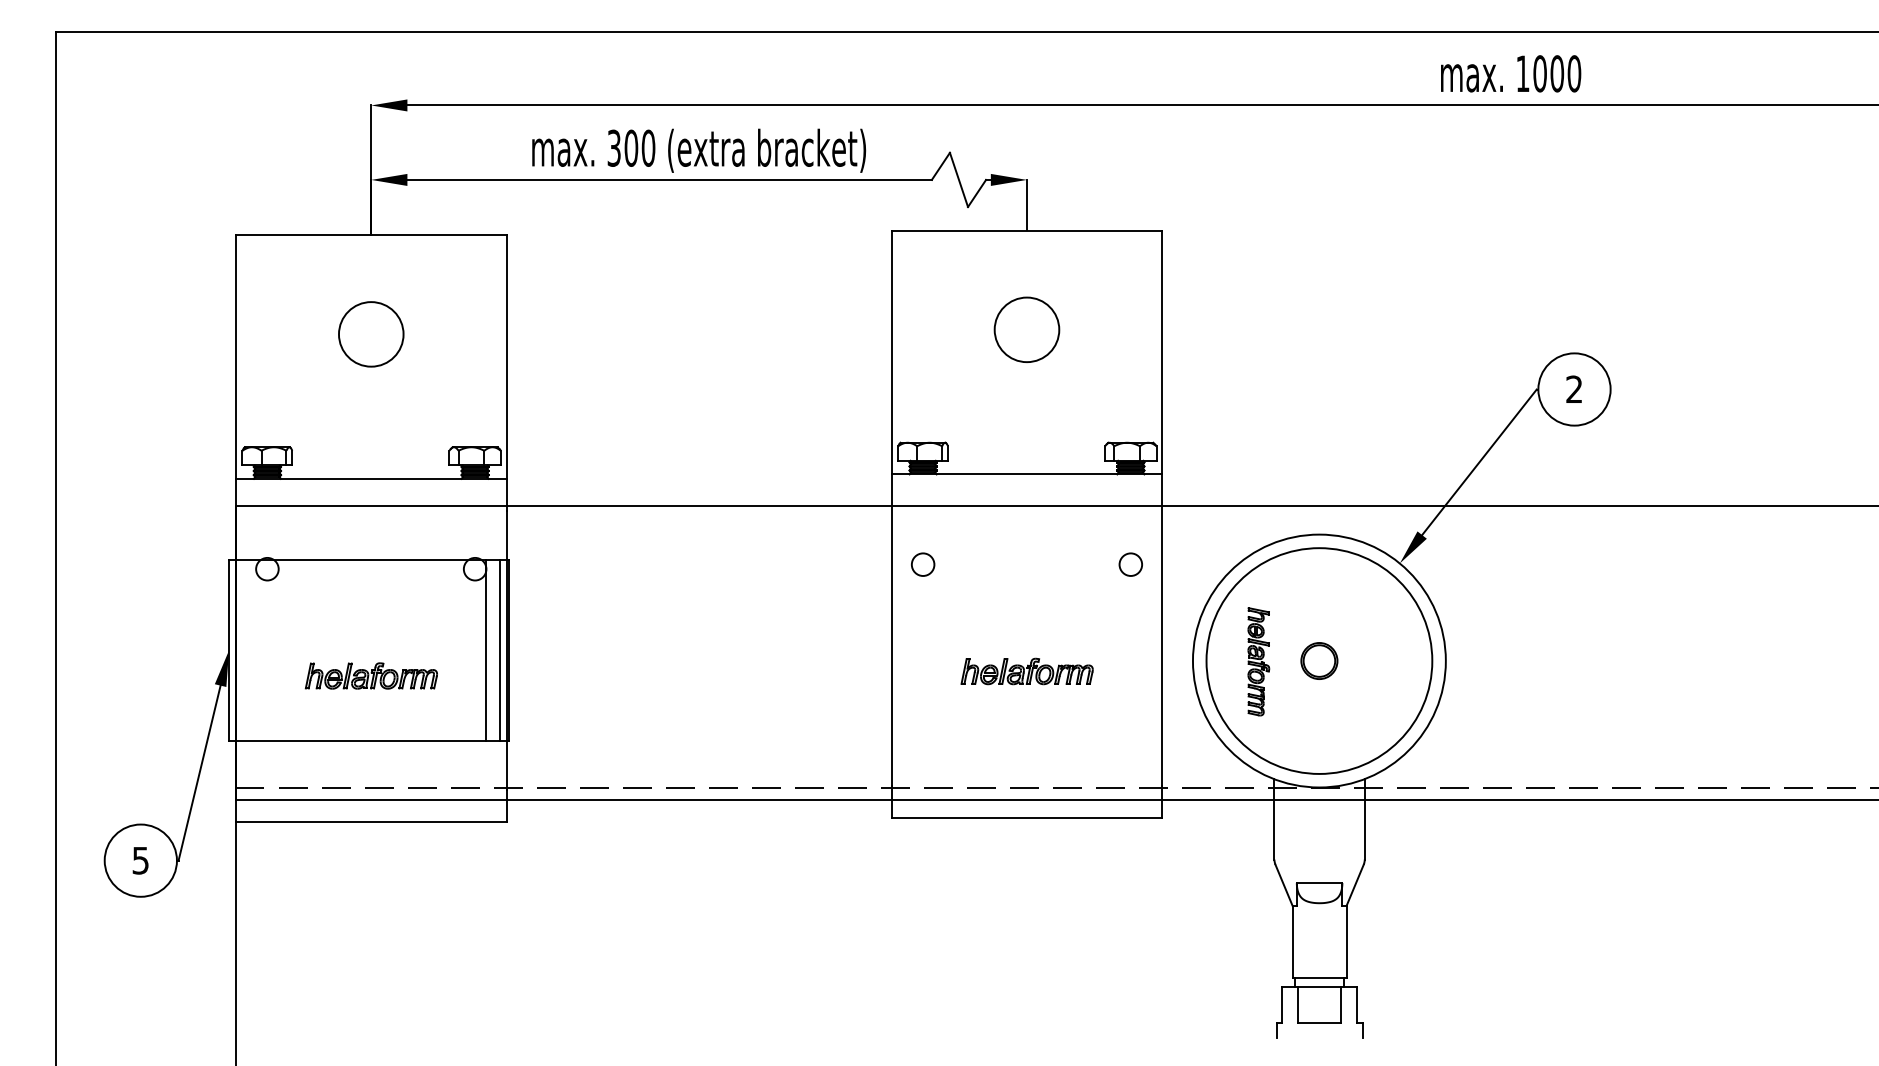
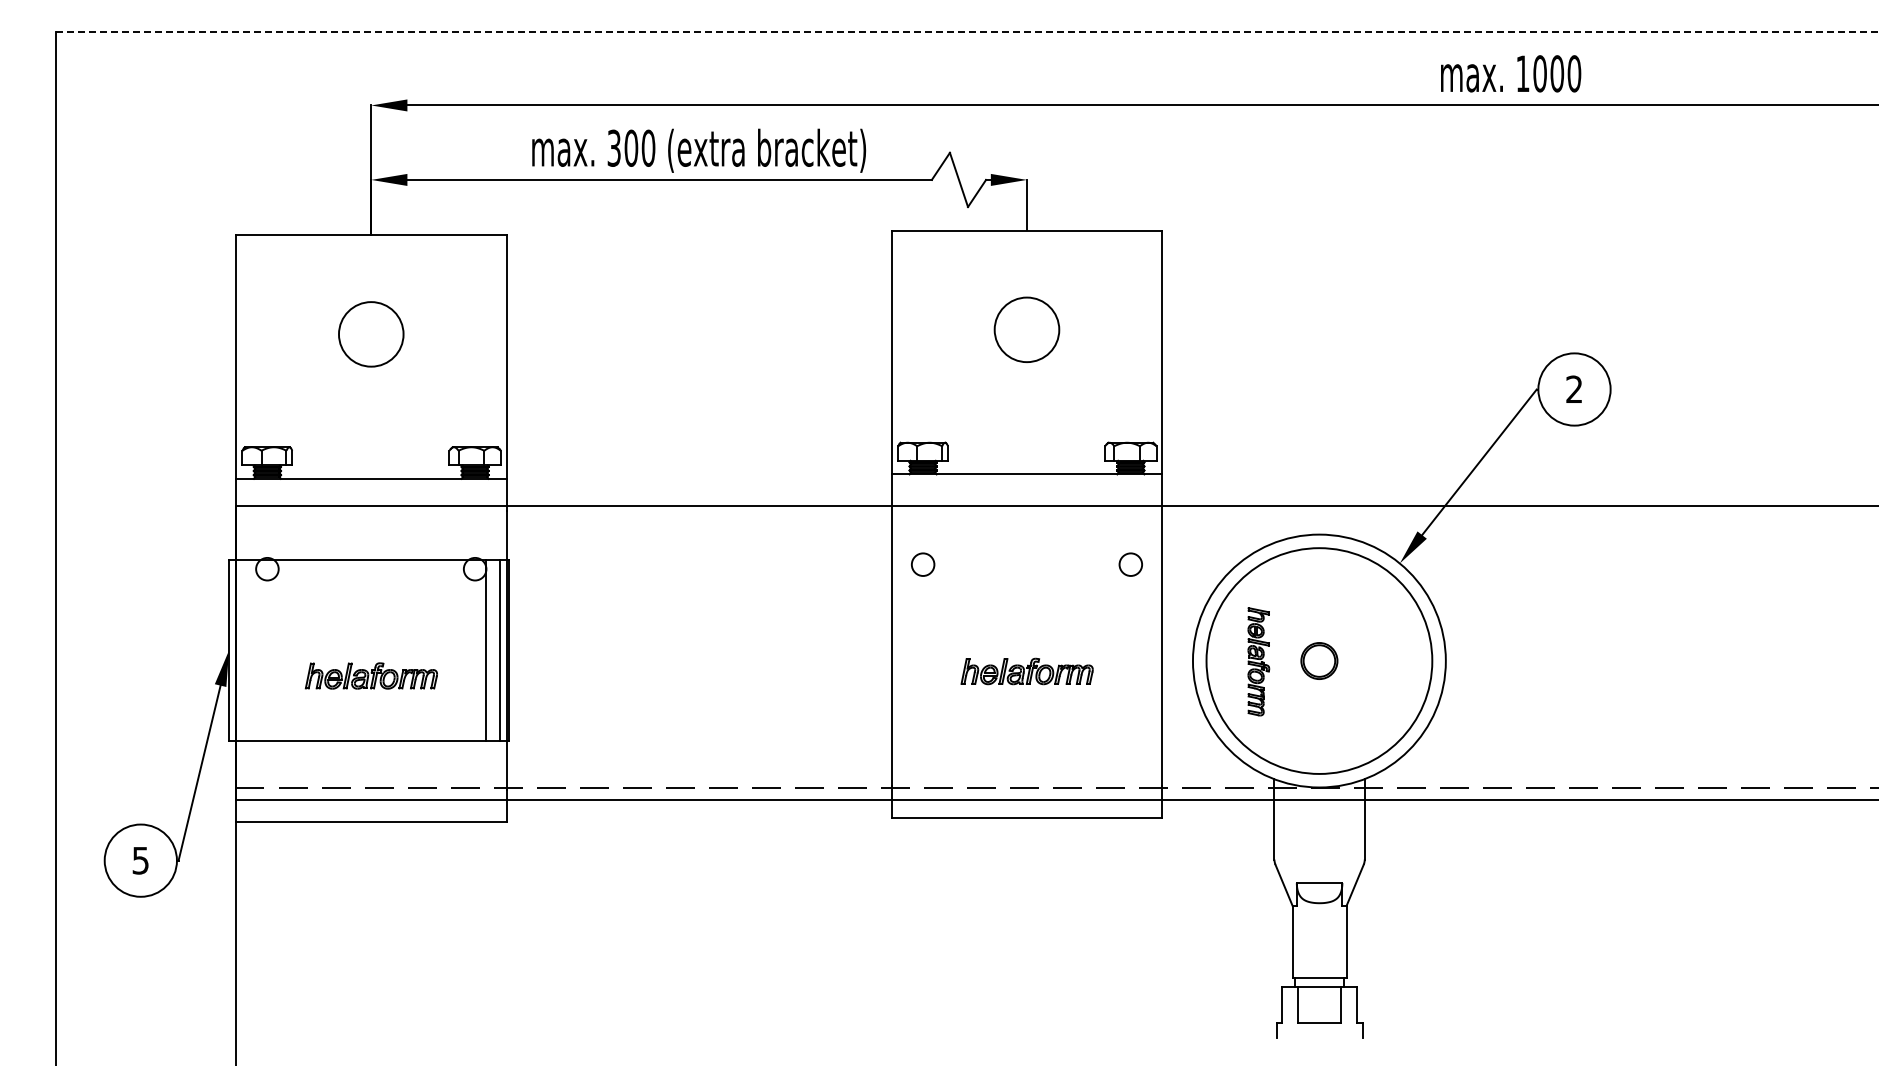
line at (967, 31): solid -> dashed
